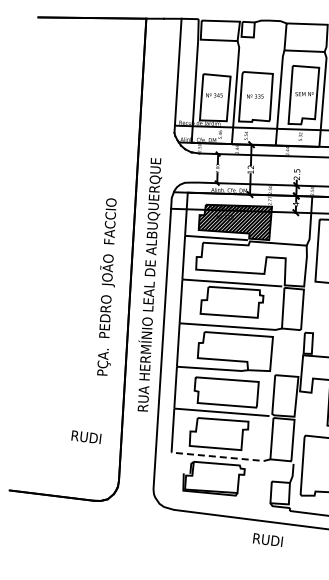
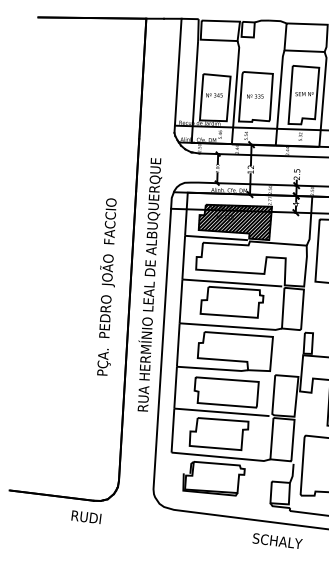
text at (86, 436) position: (86, 436) -> (86, 516)
line at (221, 457): dashed -> solid
text at (277, 540): RUDI -> SCHALY
